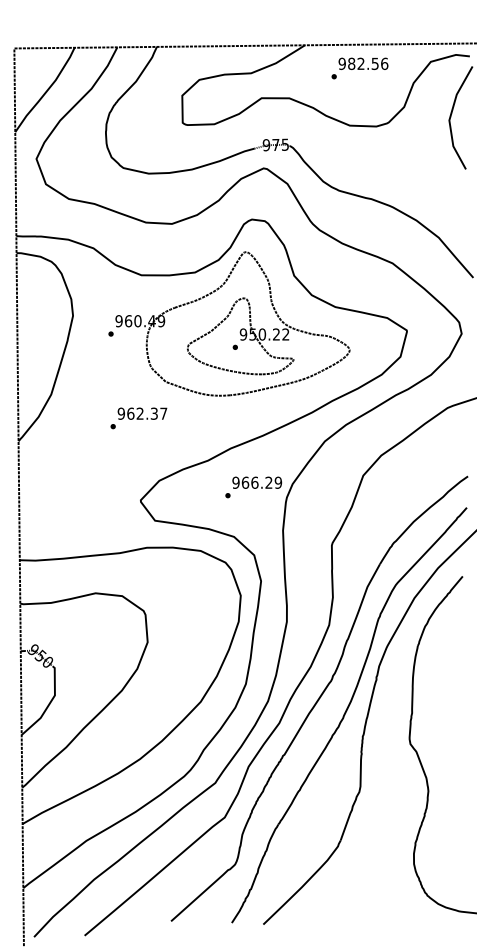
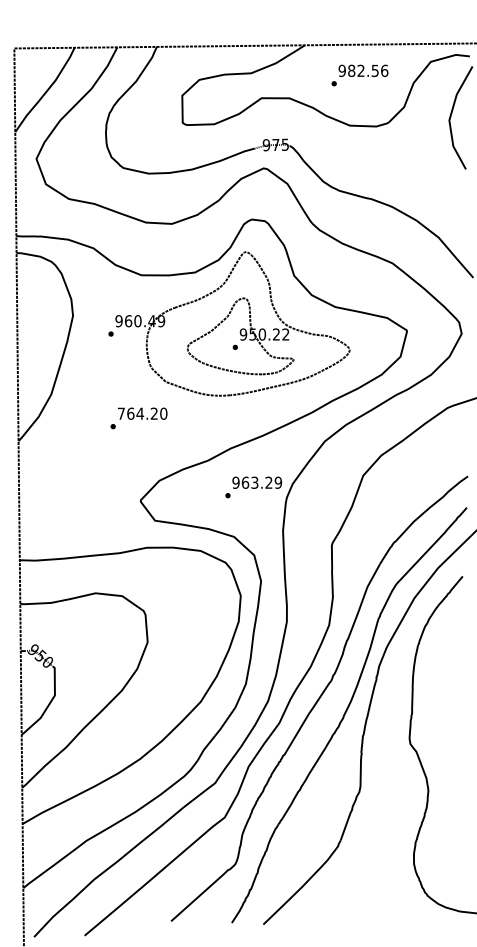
text at (359, 68) position: (359, 68) -> (359, 75)
text at (142, 413): 962.37 -> 764.20
text at (254, 482): 966.29 -> 963.29
